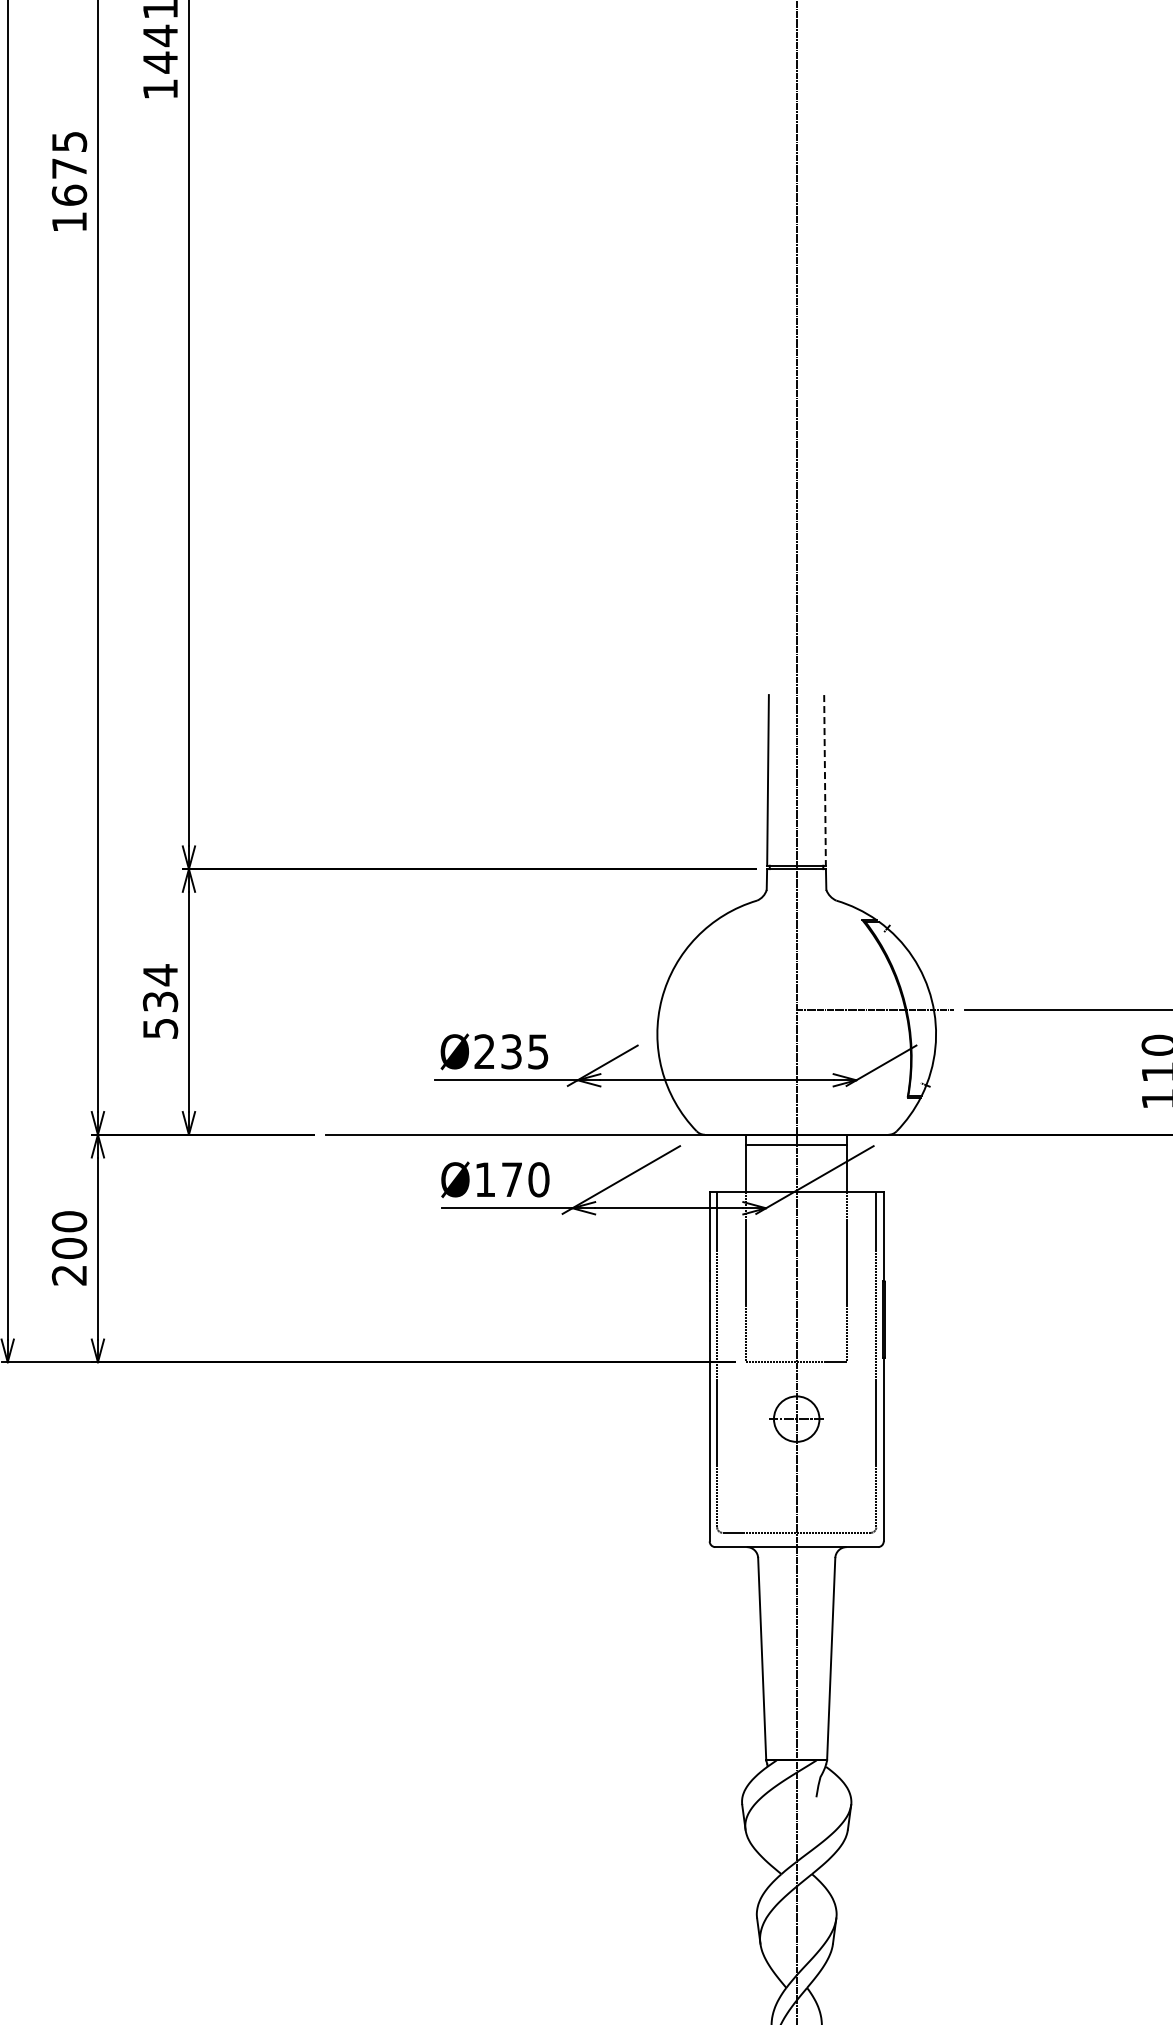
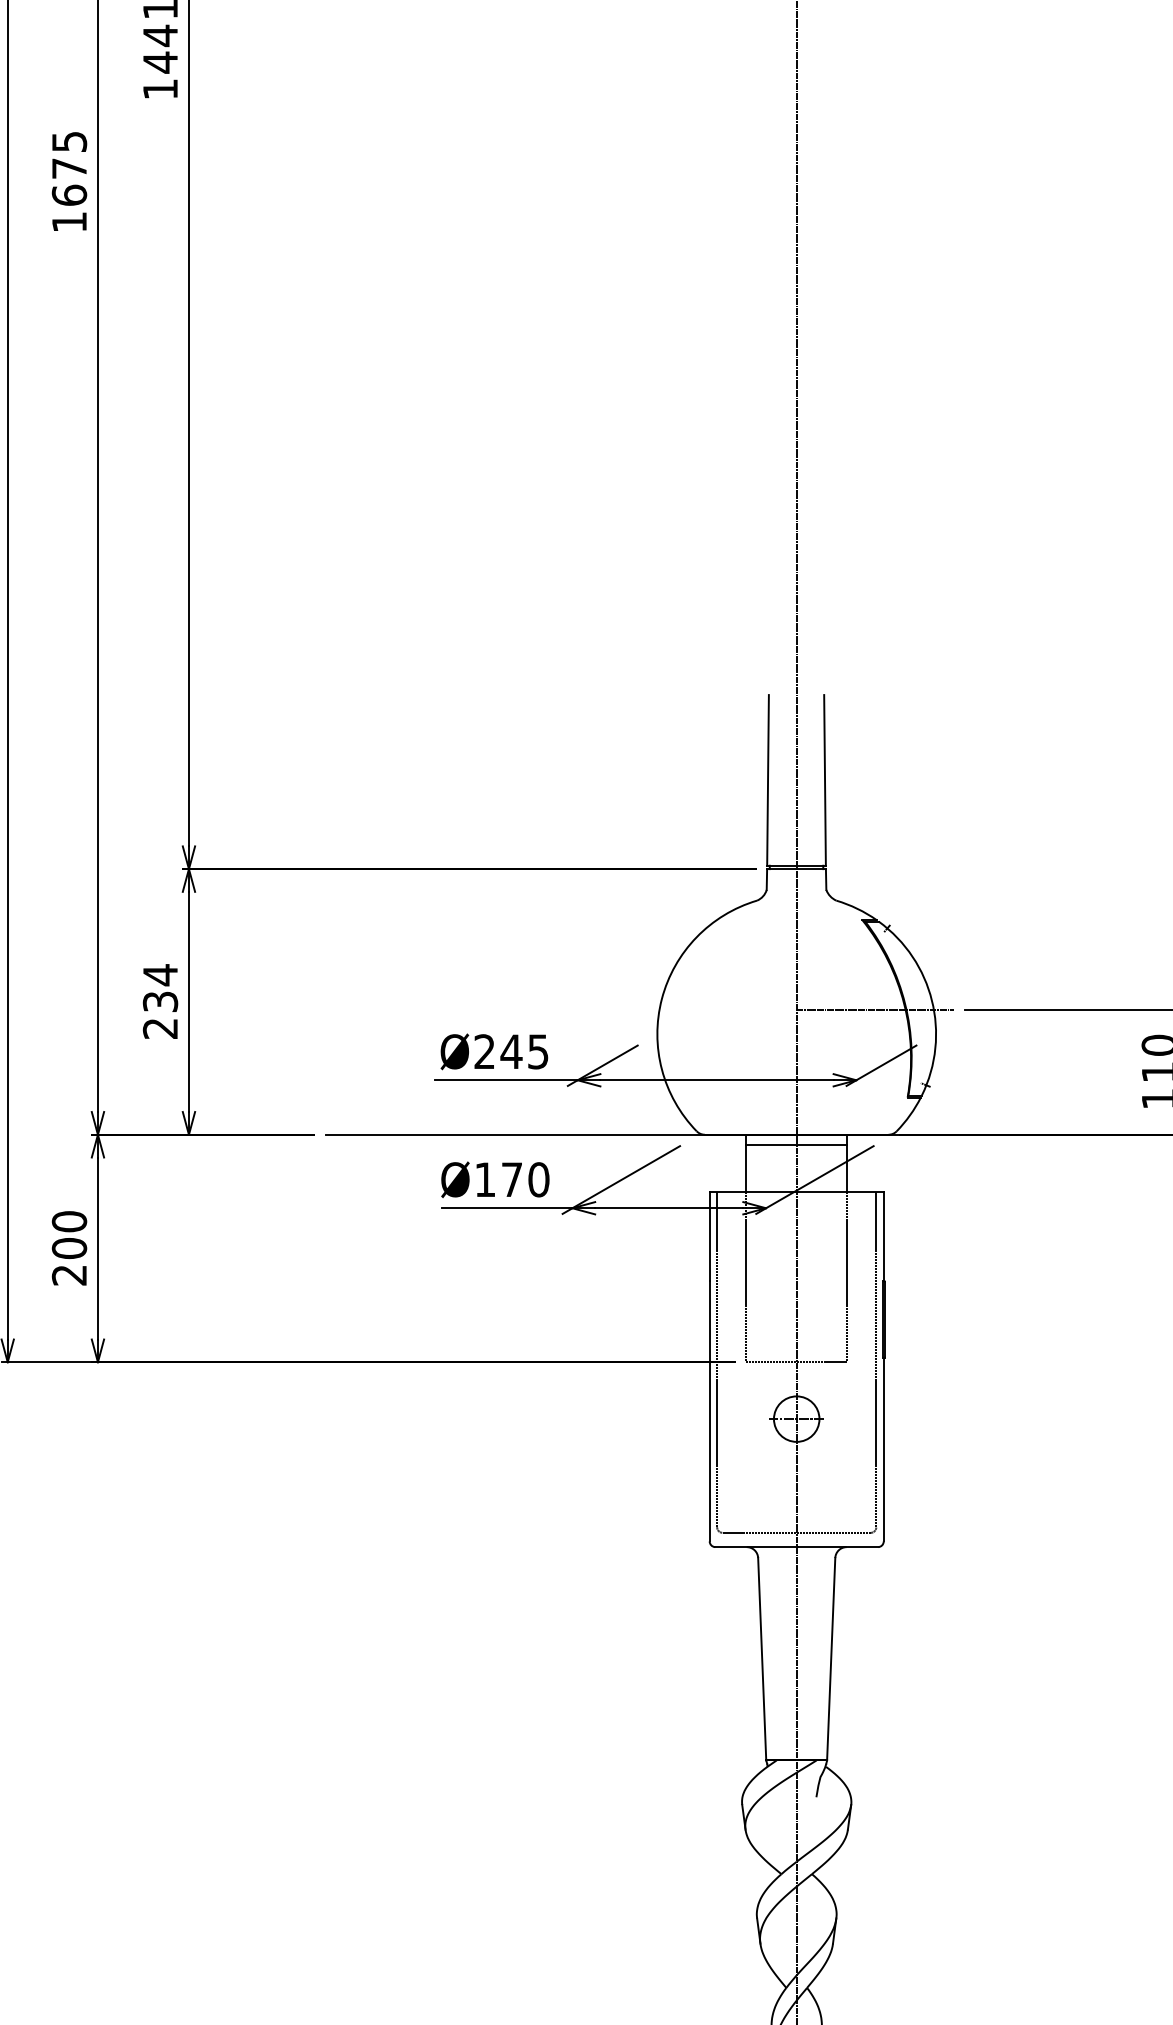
line at (825, 780): dashed -> solid
text at (160, 1028): 534 -> 234
text at (511, 1051): Ø235 -> Ø245
